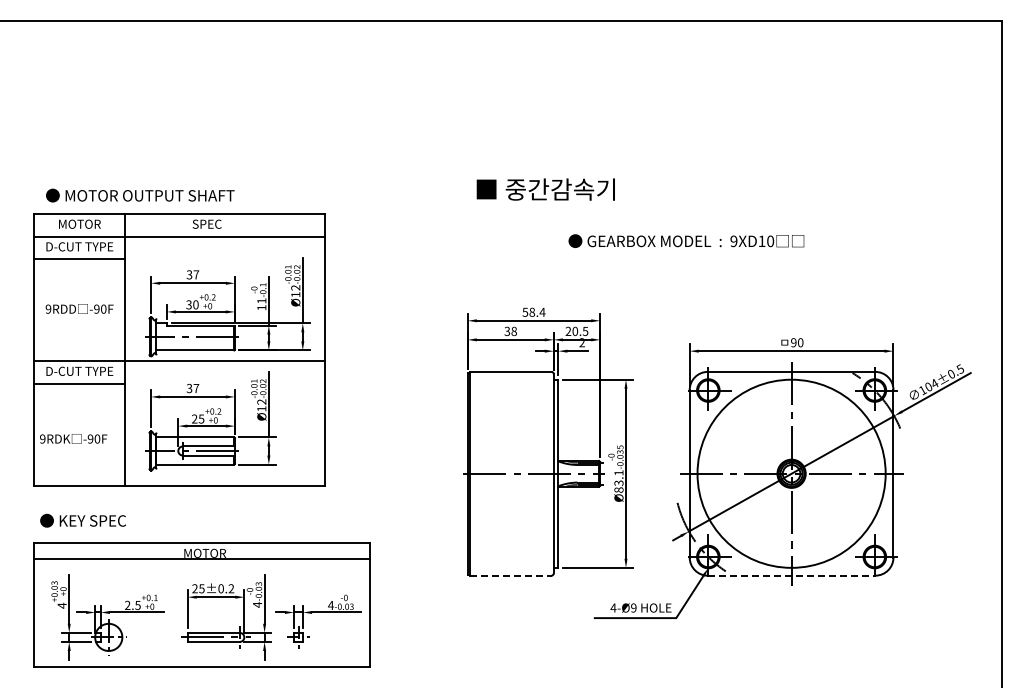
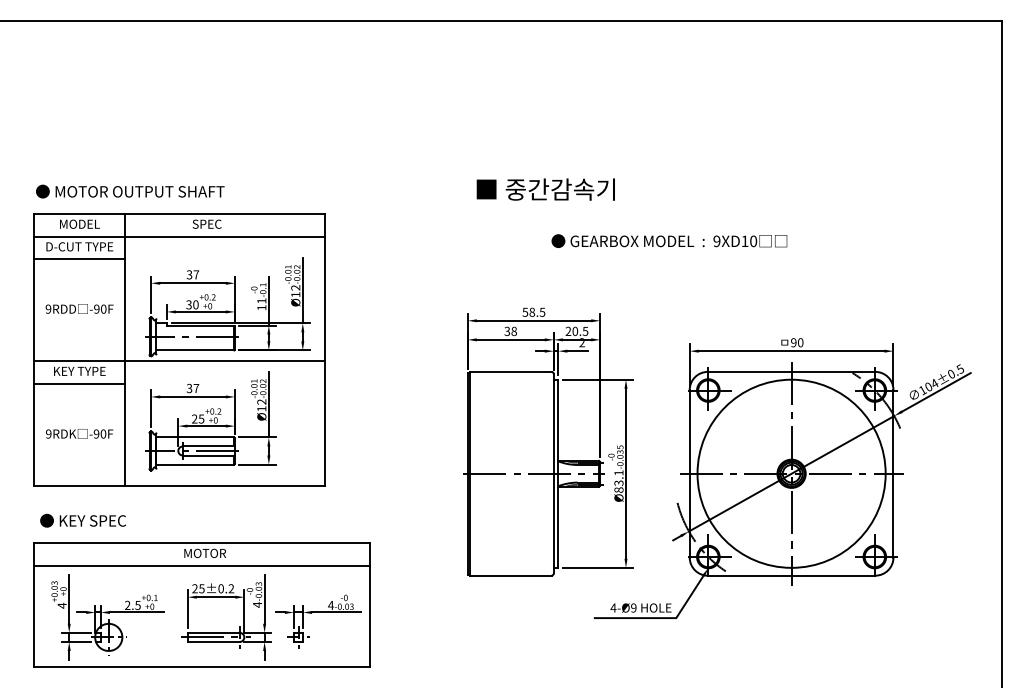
text at (140, 195) position: (140, 195) -> (130, 191)
text at (79, 223): MOTOR -> MODEL
text at (686, 240) position: (686, 240) -> (669, 240)
text at (541, 311): 58.4 -> 58.5
text at (79, 370): D-CUT TYPE -> KEY TYPE
text at (73, 438) position: (73, 438) -> (79, 433)
line at (201, 558) position: (201, 558) -> (201, 565)
line at (510, 575): dashed -> solid
line at (791, 575): dashed -> solid
